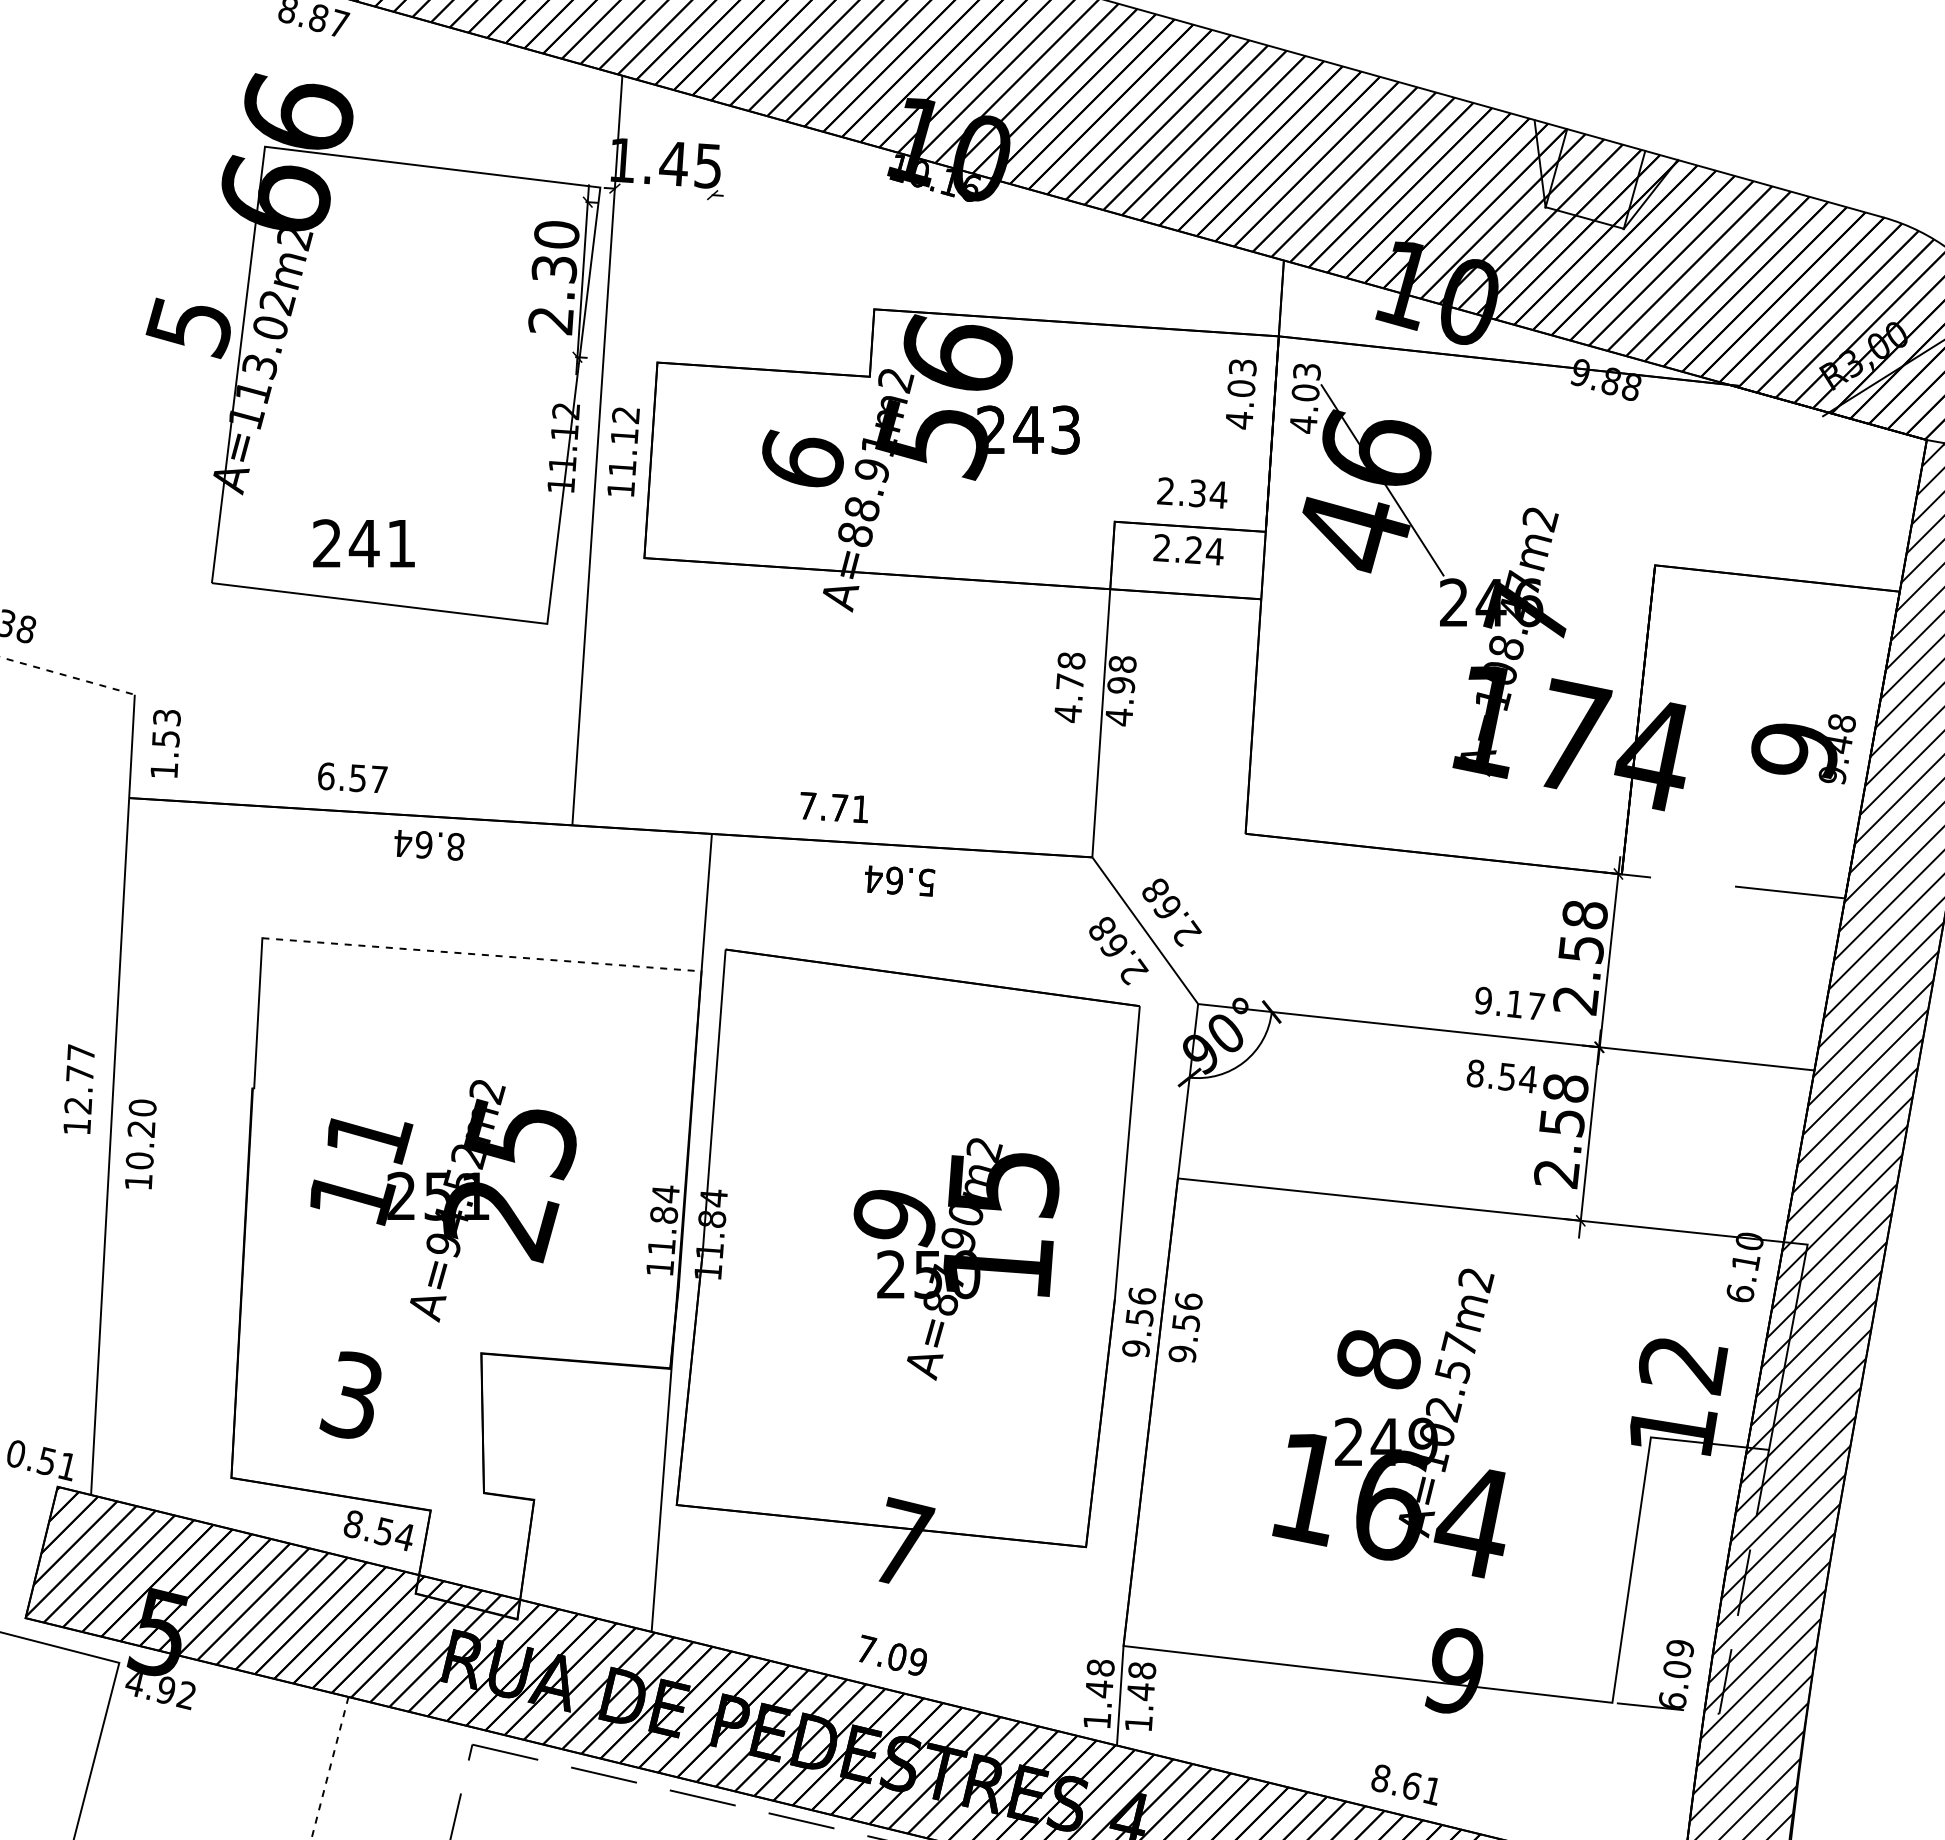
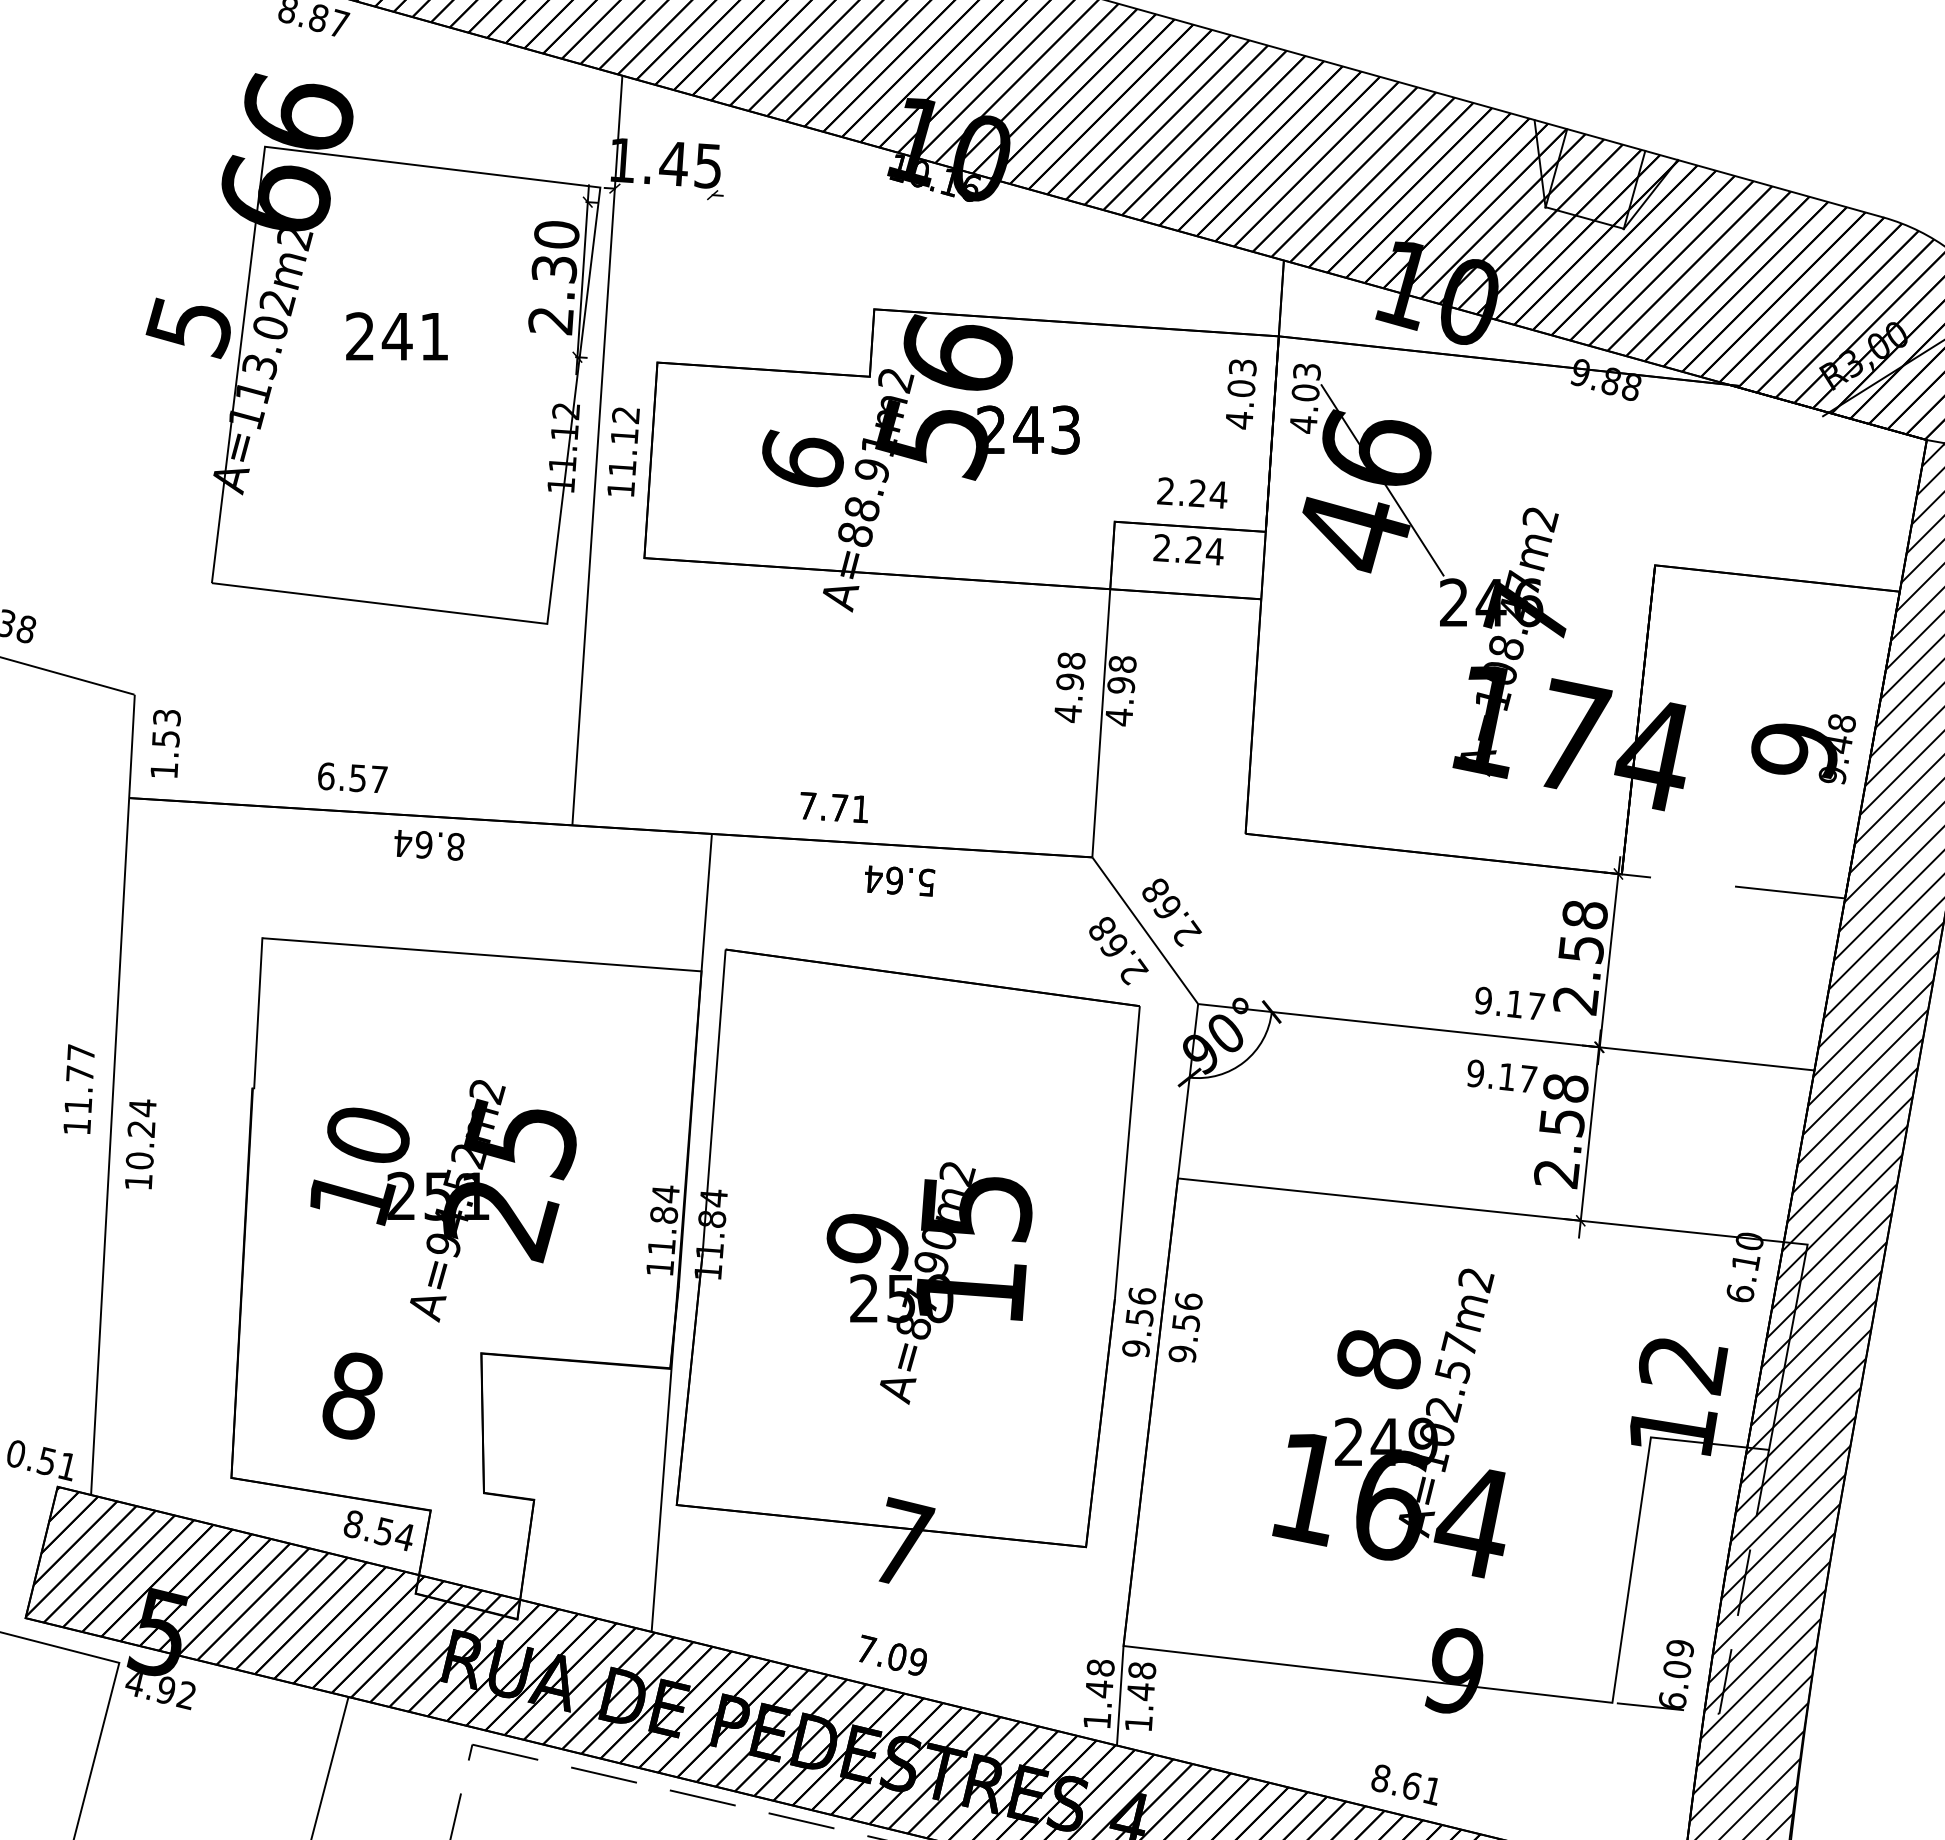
text at (1196, 493): 2.34 -> 2.24
text at (363, 543) position: (363, 543) -> (396, 336)
line at (68, 676): dashed -> solid
text at (1069, 681): 4.78 -> 4.98
line at (482, 954): dashed -> solid
text at (1501, 1076): 8.54 -> 9.17
text at (77, 1106): 12.77 -> 11.77
text at (142, 1108): 10.20 -> 10.24
text at (370, 1135): 11 -> 10
text at (956, 1259) position: (956, 1259) -> (929, 1283)
text at (350, 1395): 3 -> 8
line at (329, 1768): dashed -> solid
